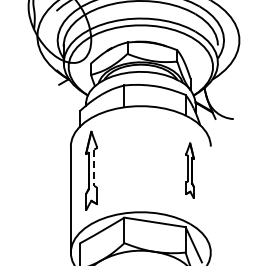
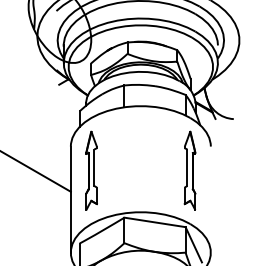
line at (94, 168): dashed -> solid
part at (189, 170) size: 10x57 px -> 14x81 px
line at (36, 171): none -> present
